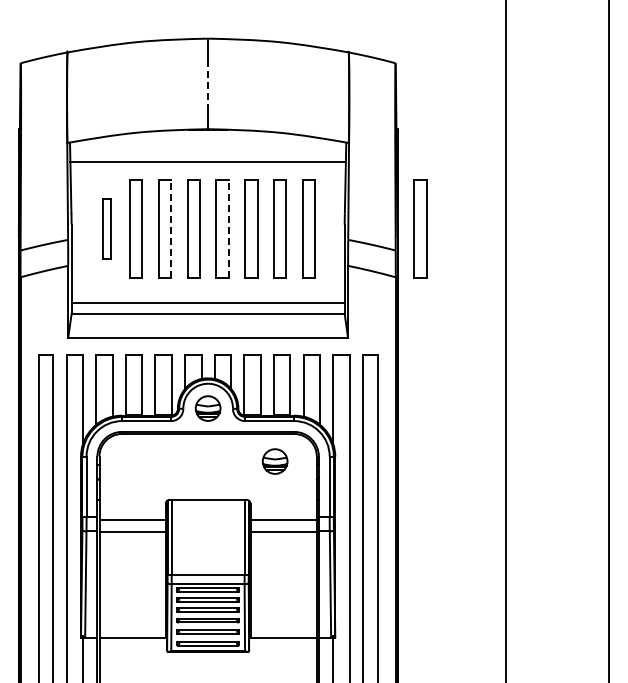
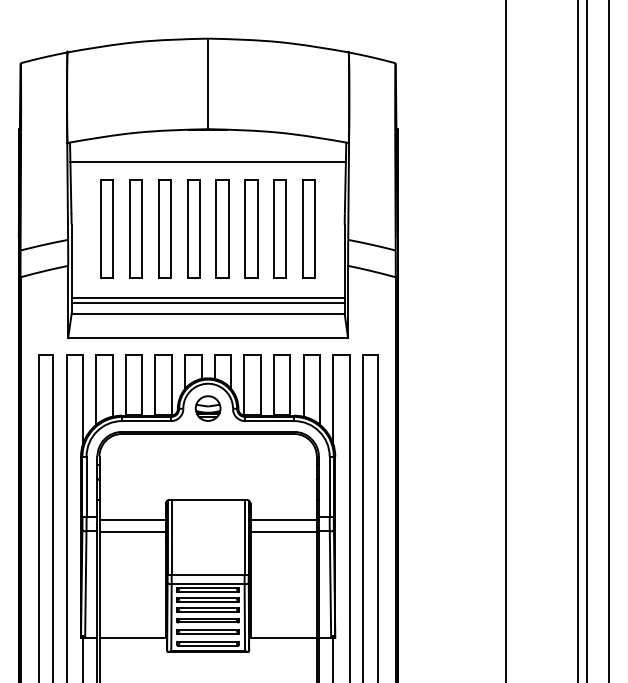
line at (208, 83): dashed -> solid
part at (106, 228) size: 10x62 px -> 14x100 px
line at (171, 228): dashed -> solid
line at (228, 228): dashed -> solid
part at (420, 228): present -> none
line at (207, 297): none -> present
line at (578, 340): none -> present
line at (586, 340): none -> present
part at (274, 461): present -> none
